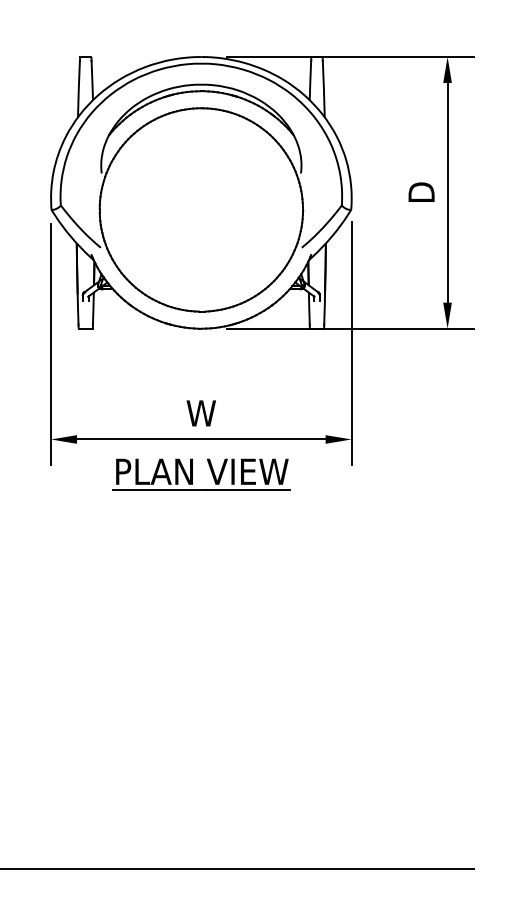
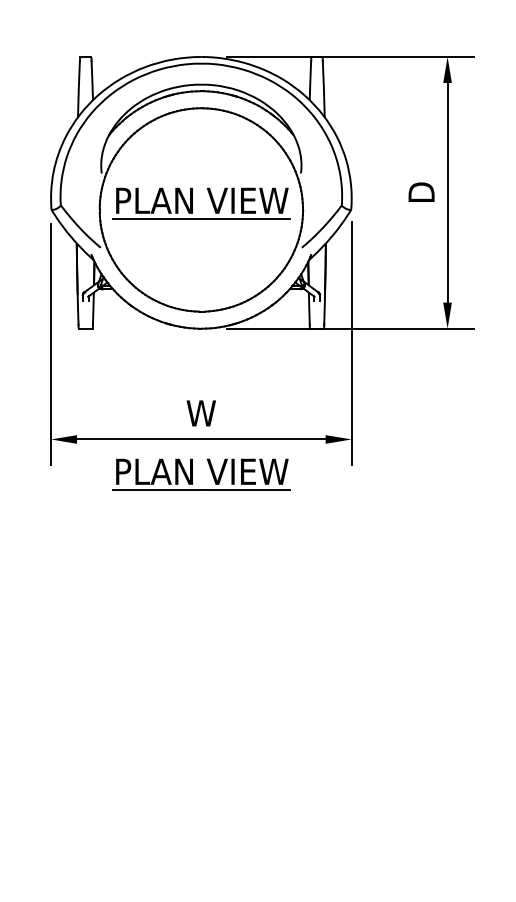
part at (192, 203): none -> present
line at (237, 869): present -> none
